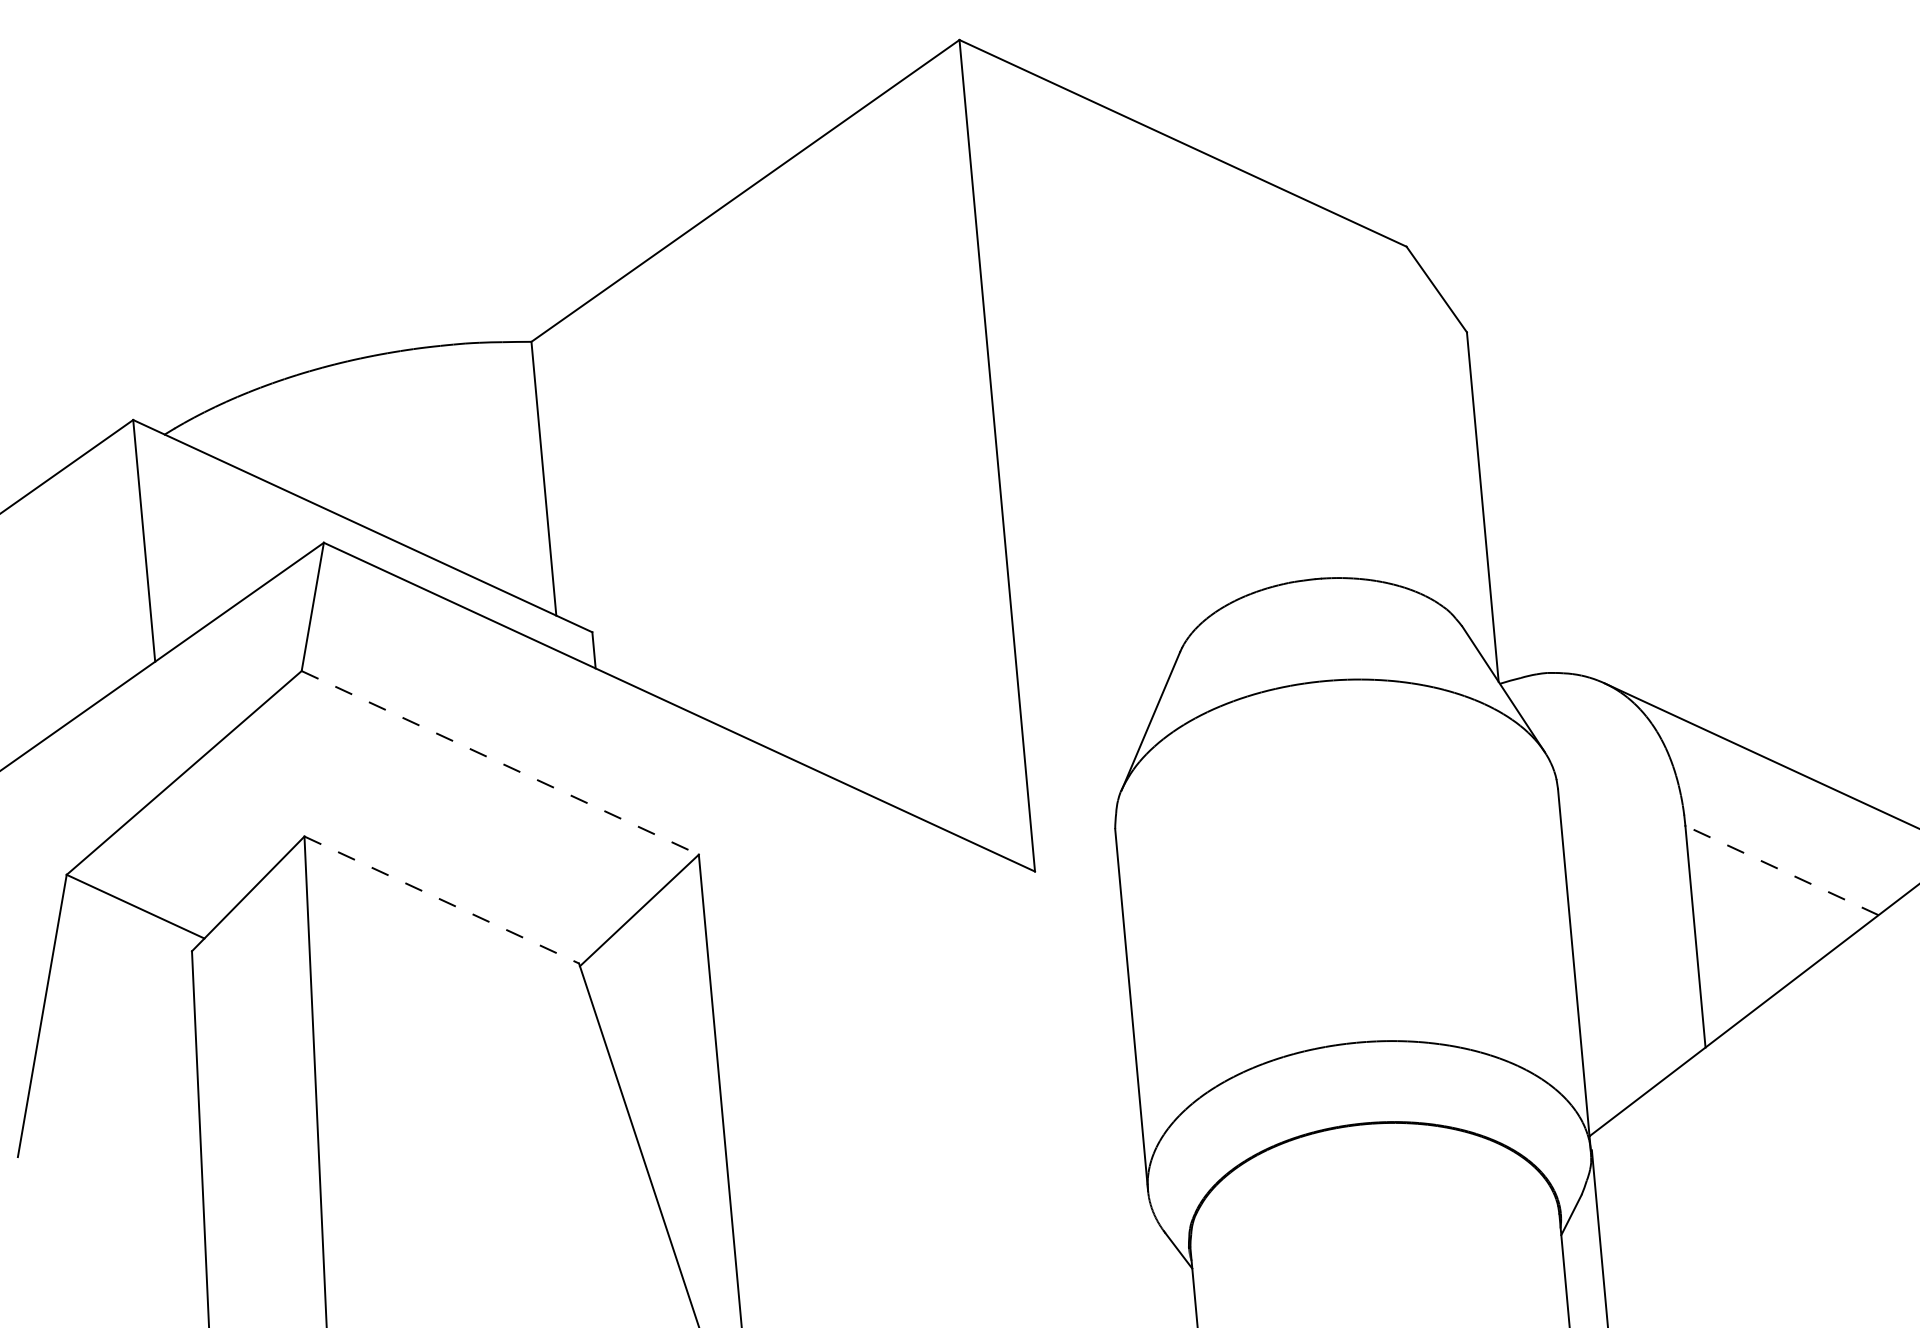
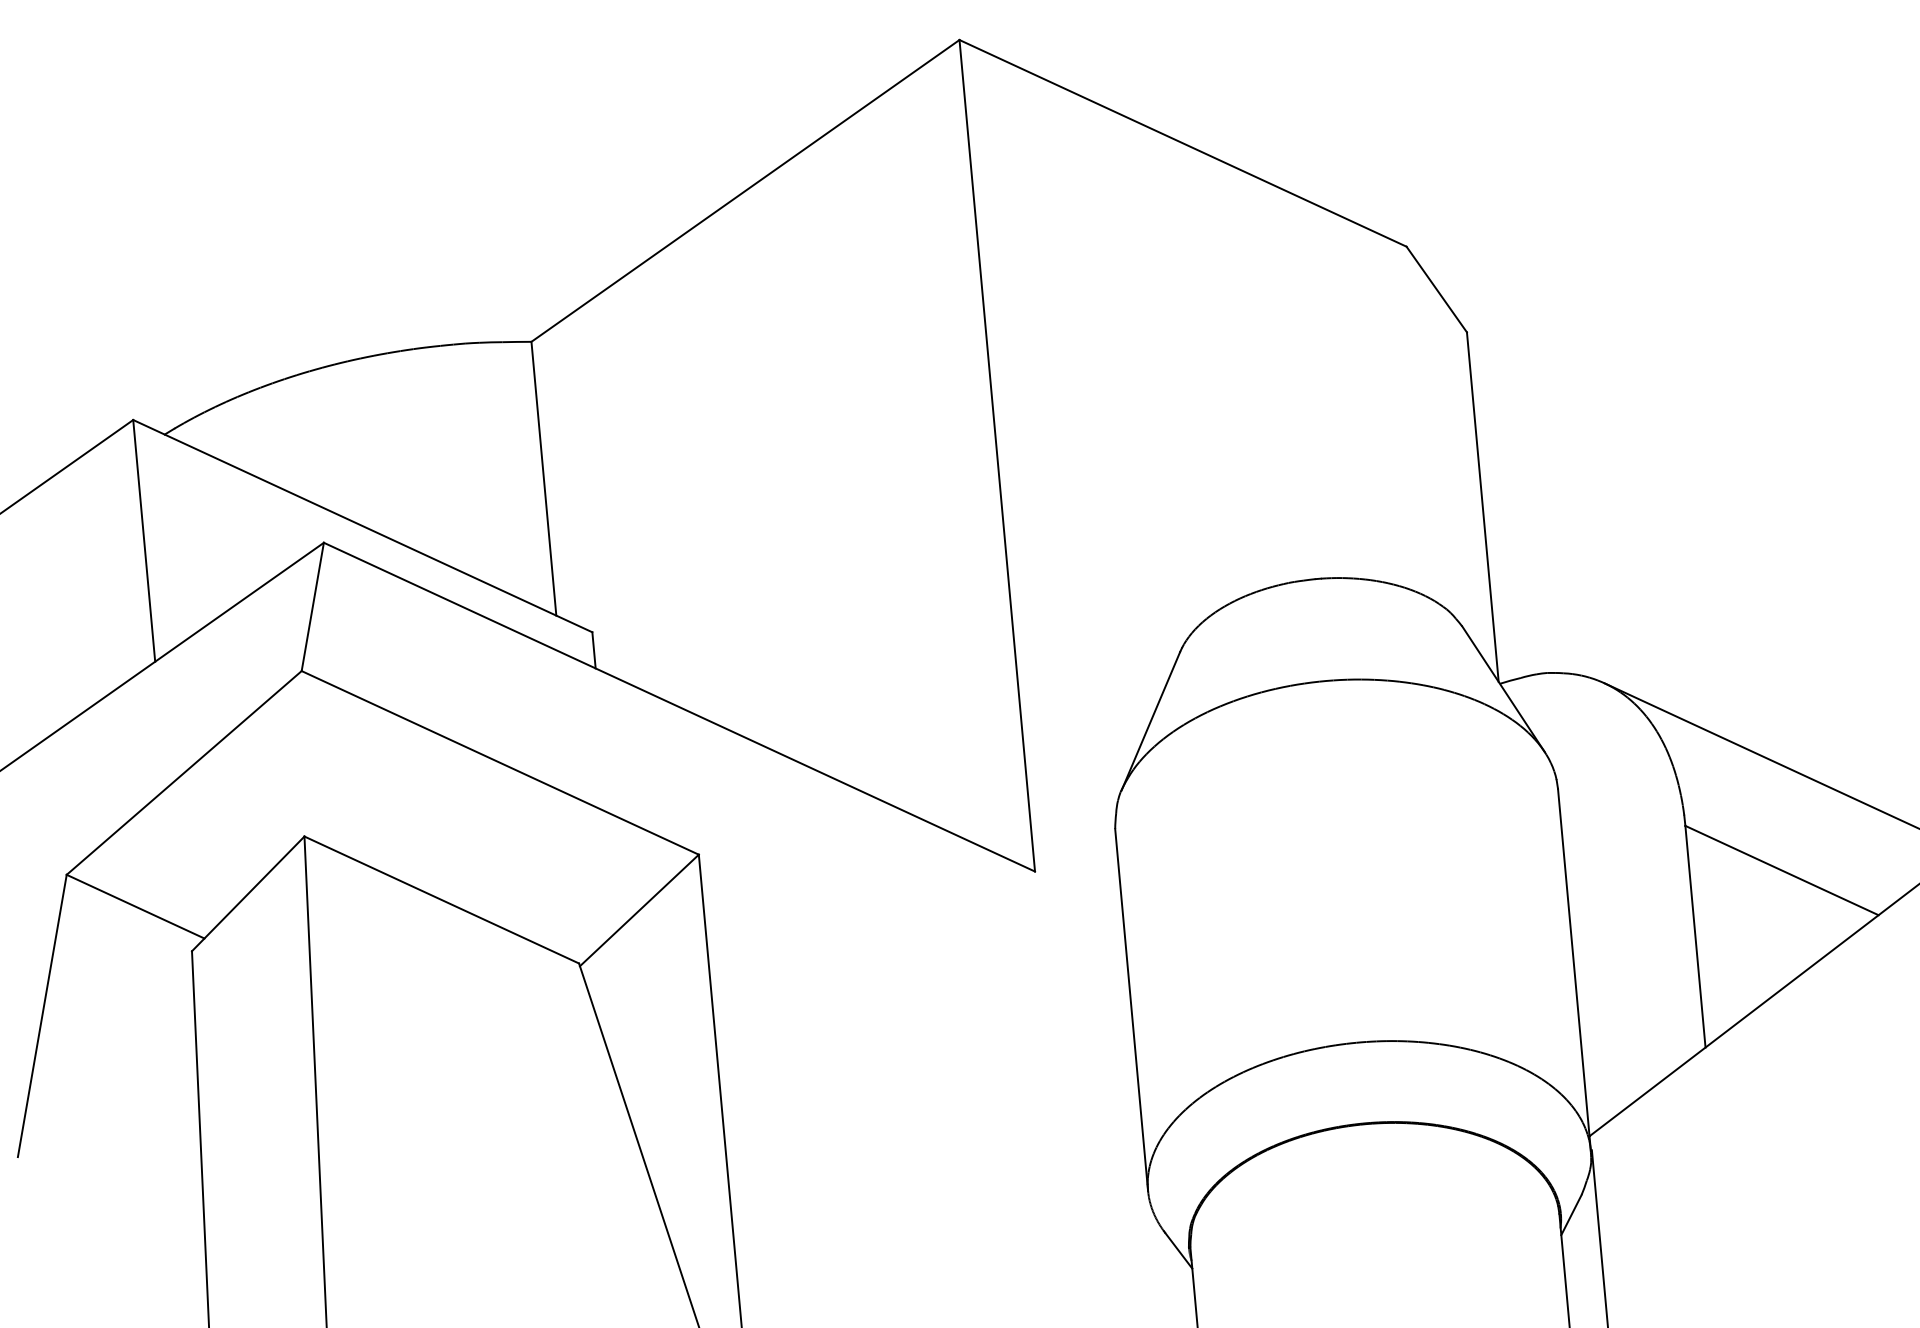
line at (500, 762): dashed -> solid
line at (1781, 870): dashed -> solid
line at (442, 900): dashed -> solid
